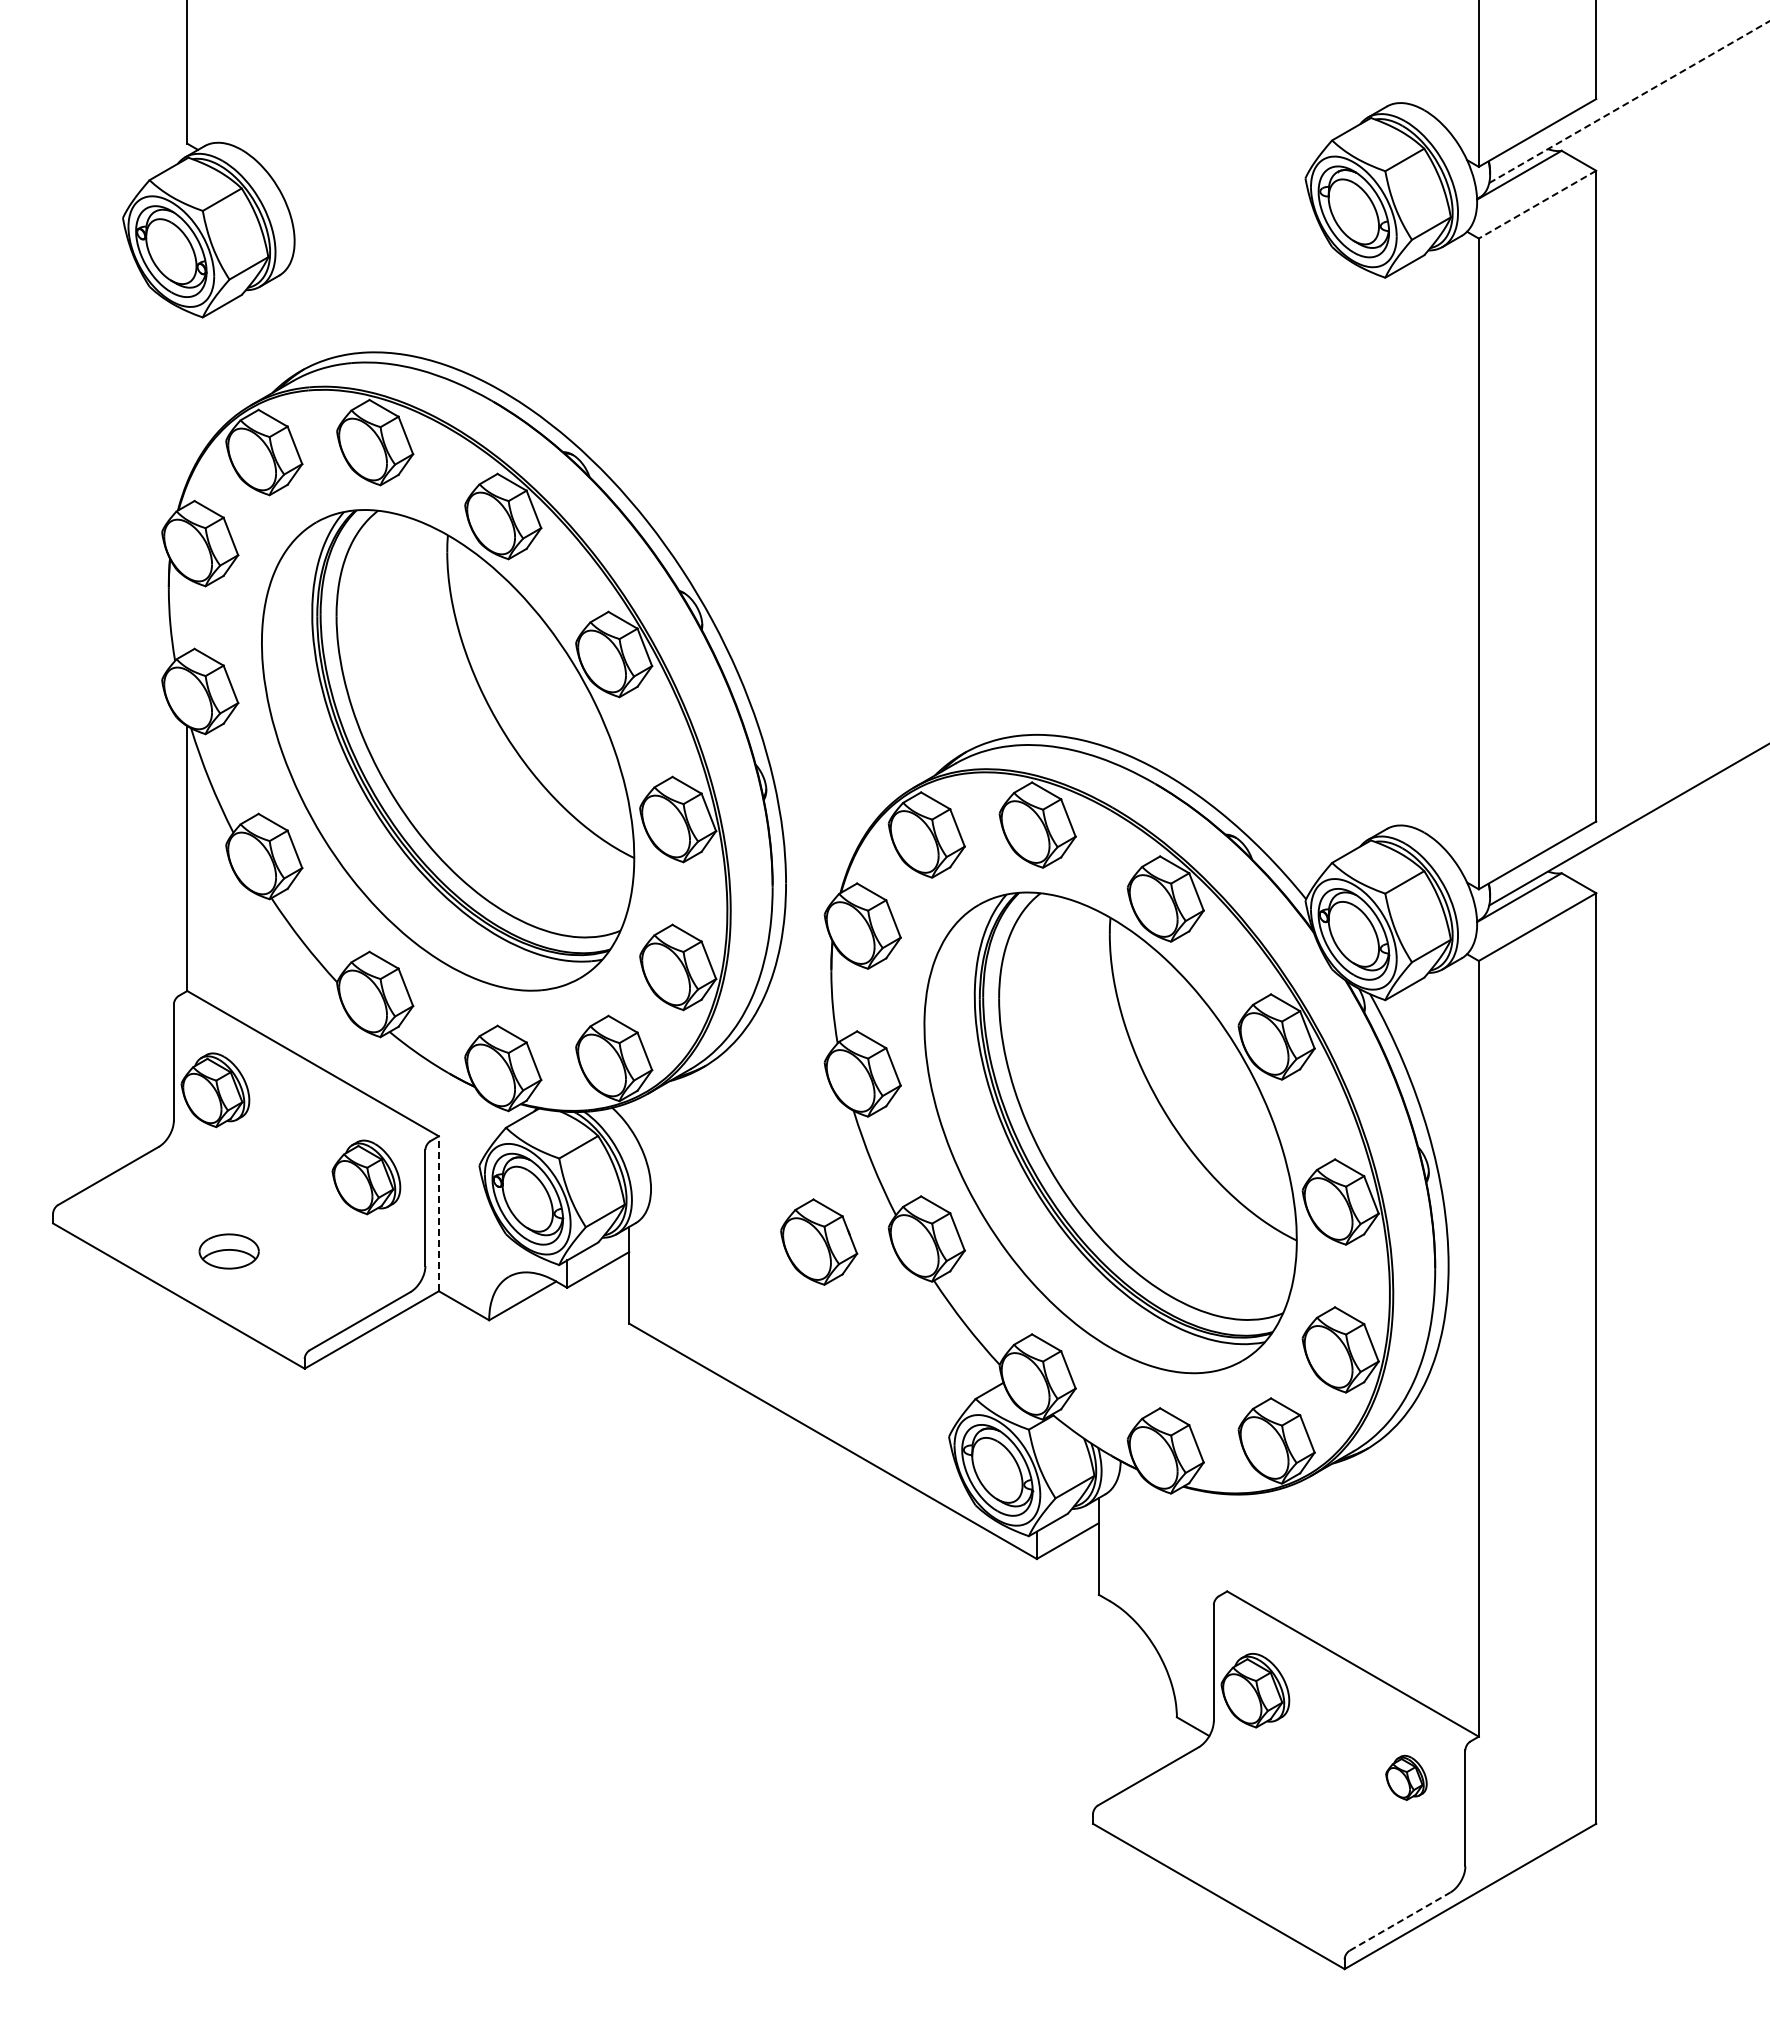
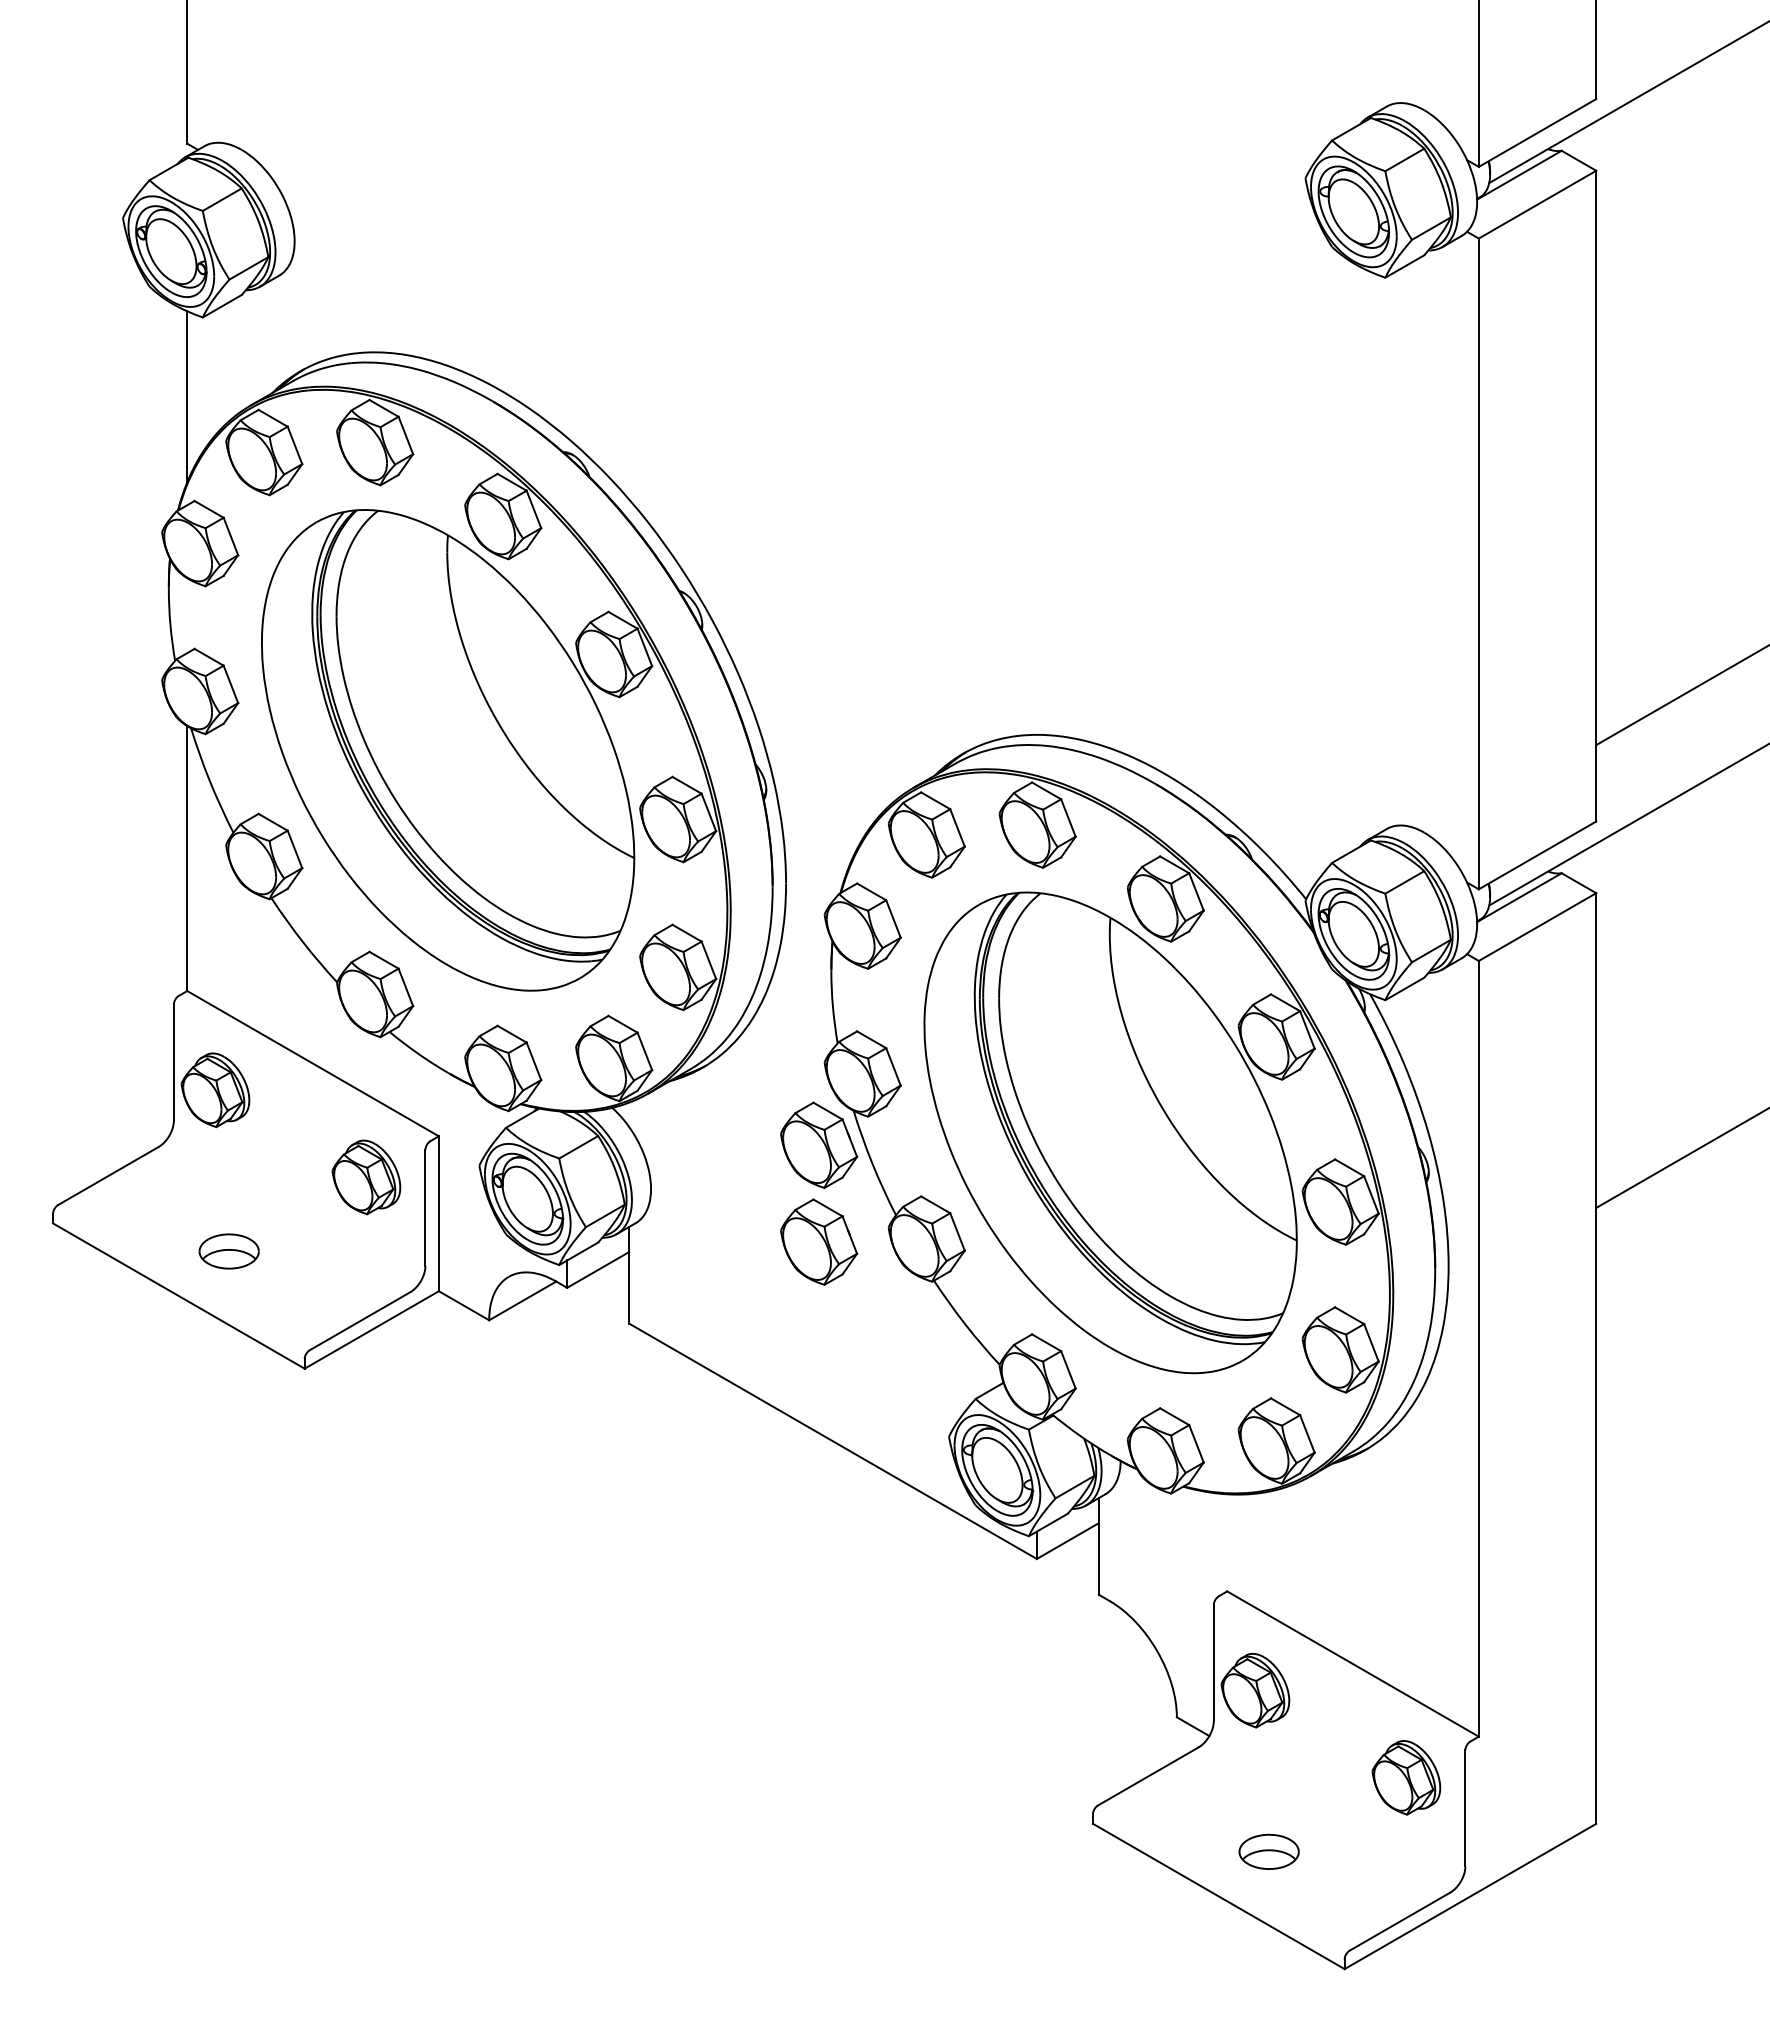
line at (1629, 102): dashed -> solid
line at (1537, 204): dashed -> solid
line at (187, 396): none -> present
line at (1681, 695): none -> present
part at (819, 1144): none -> present
line at (1681, 1158): none -> present
line at (438, 1213): dashed -> solid
part at (1406, 1777) size: 43x47 px -> 71x76 px
part at (1268, 1851): none -> present
line at (1400, 1921): dashed -> solid
